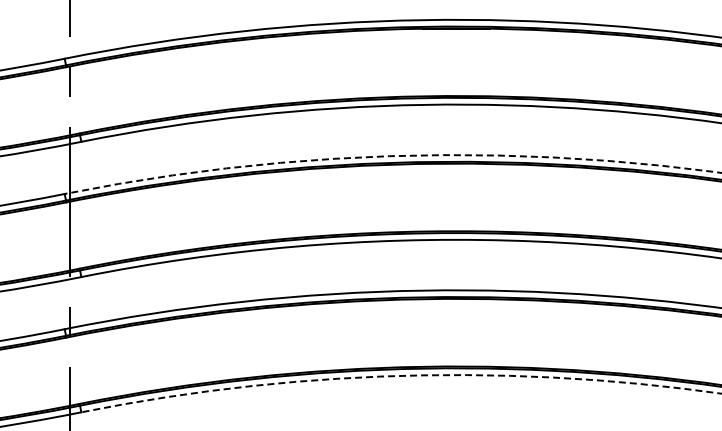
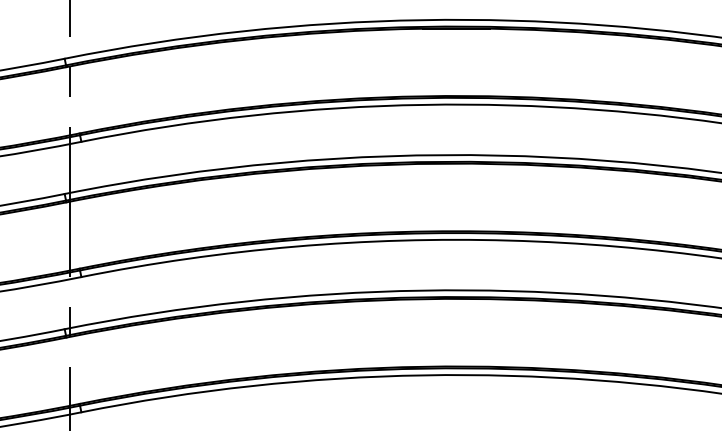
arc at (392, 156): dashed -> solid
arc at (400, 376): dashed -> solid
